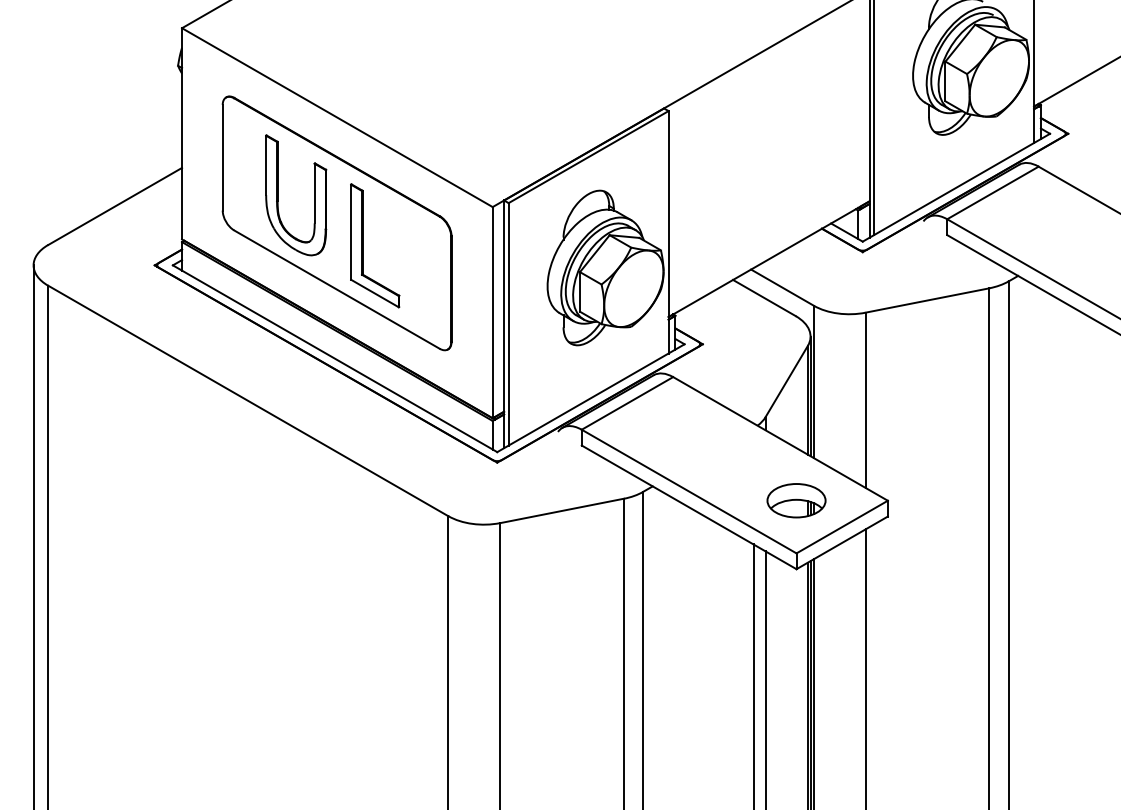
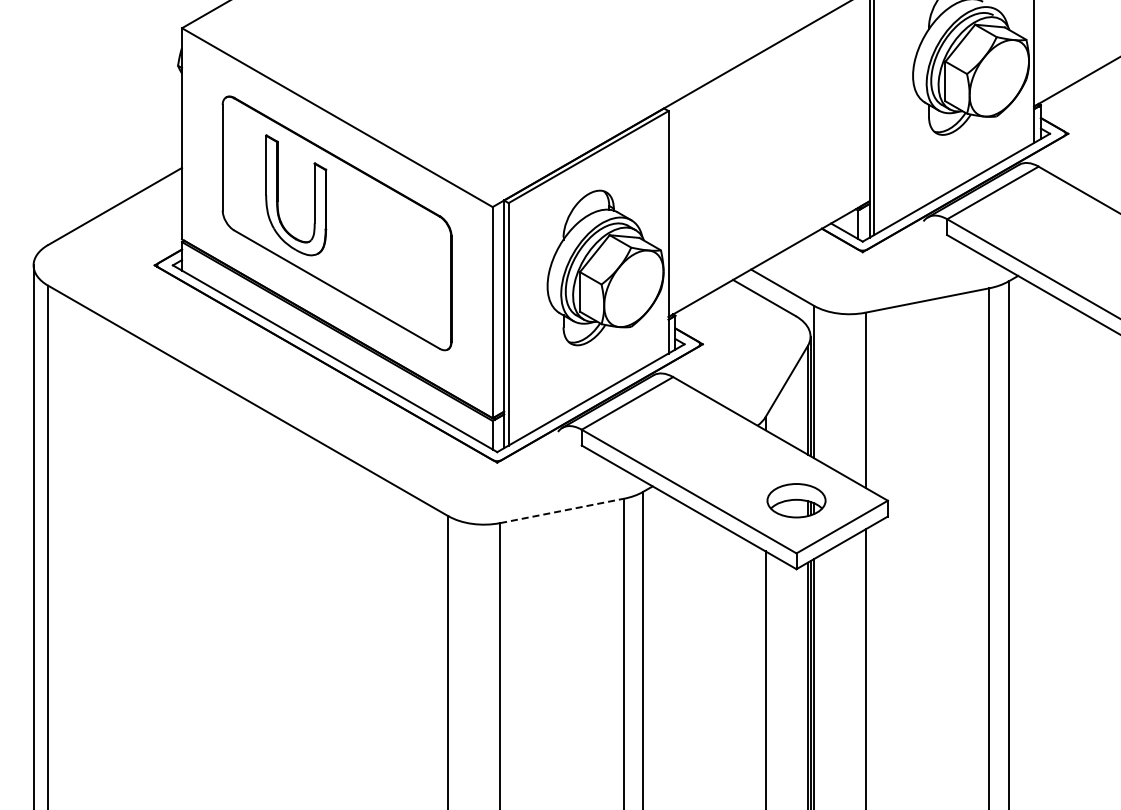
part at (363, 245): present -> none
line at (562, 510): solid -> dashed
line at (753, 675): present -> none
